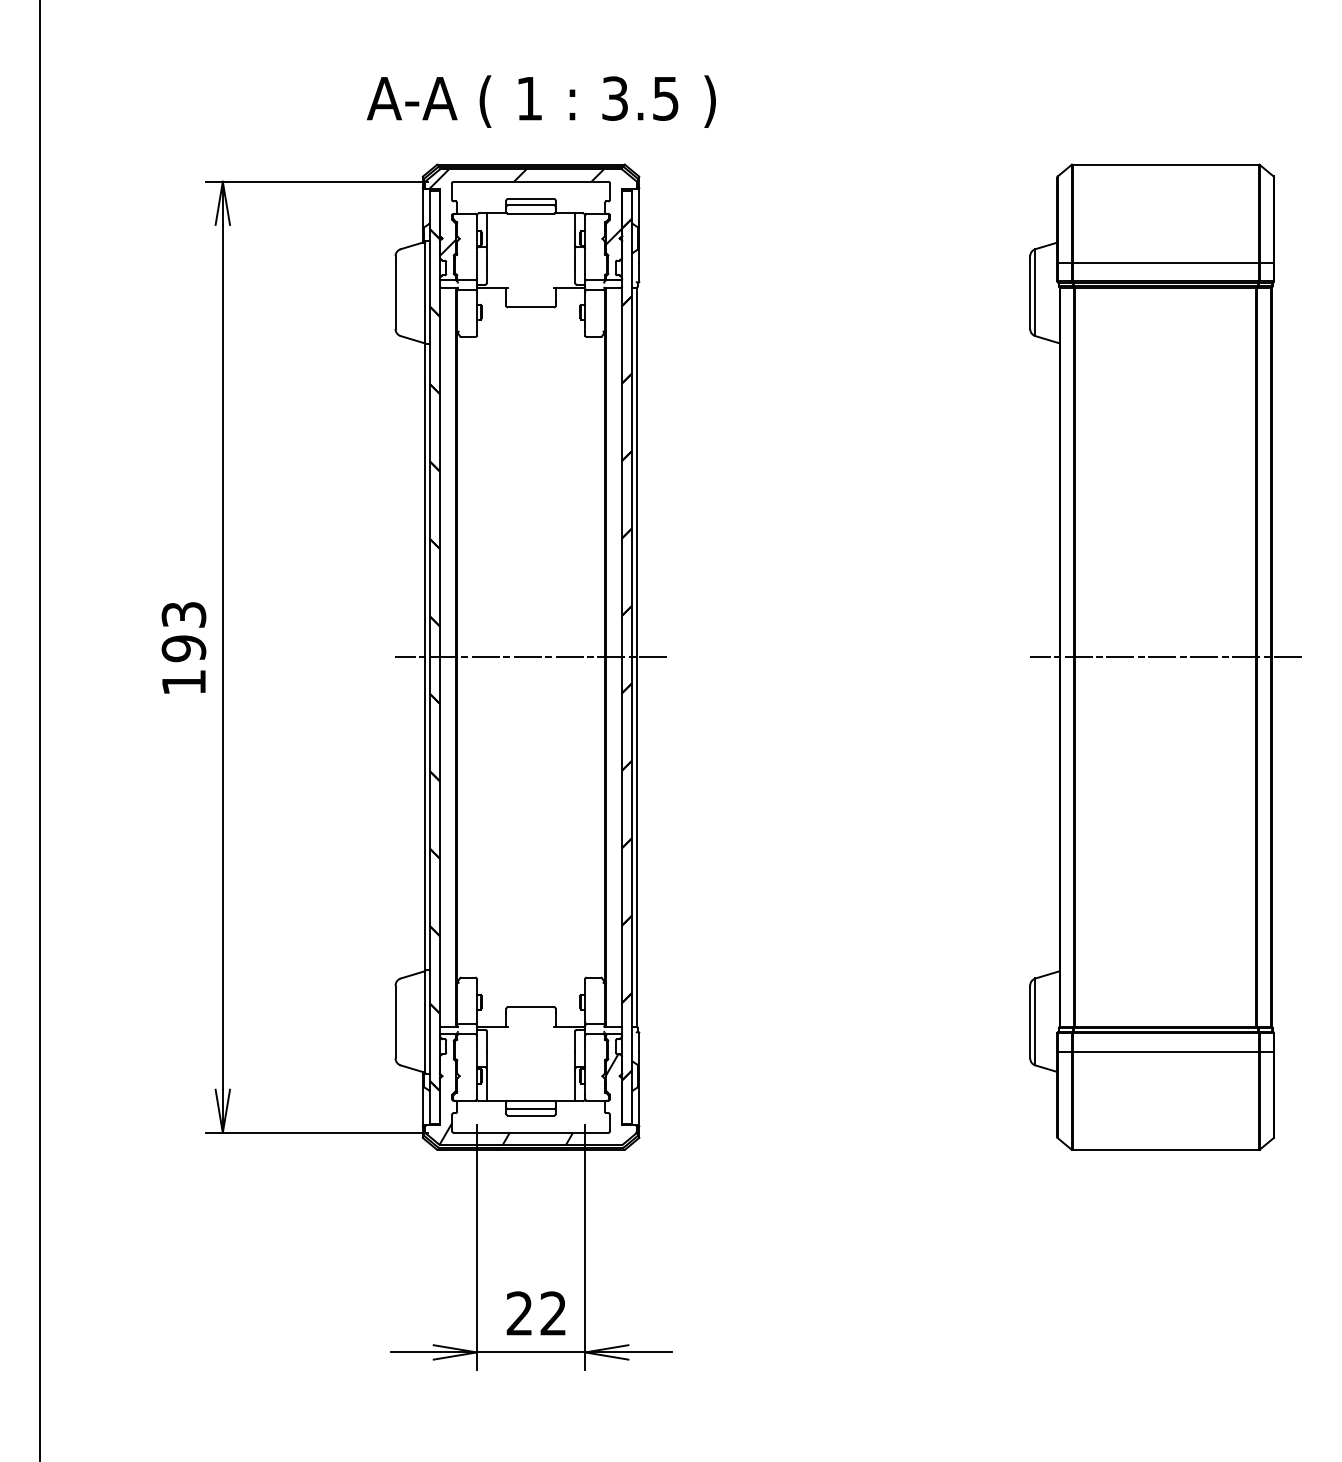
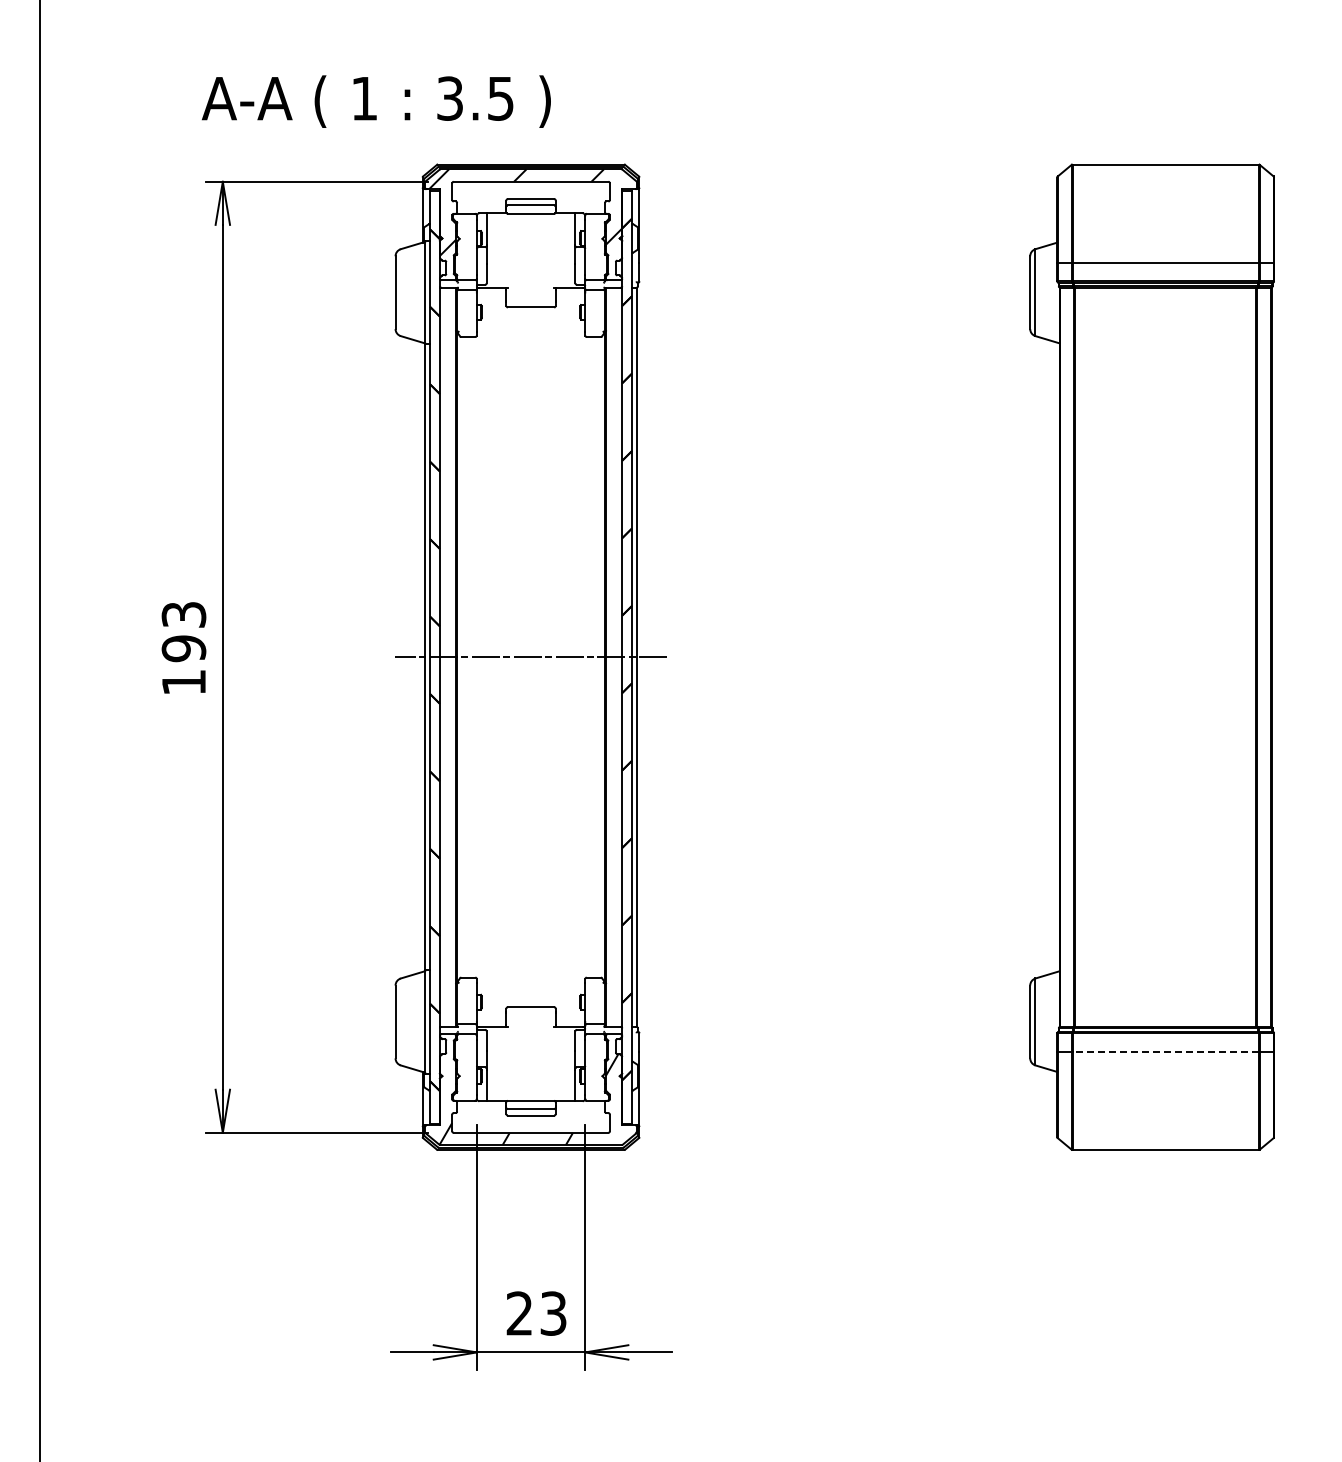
text at (541, 101) position: (541, 101) -> (376, 101)
line at (1165, 657): present -> none
line at (1165, 1051): solid -> dashed
text at (553, 1313): 22 -> 23
